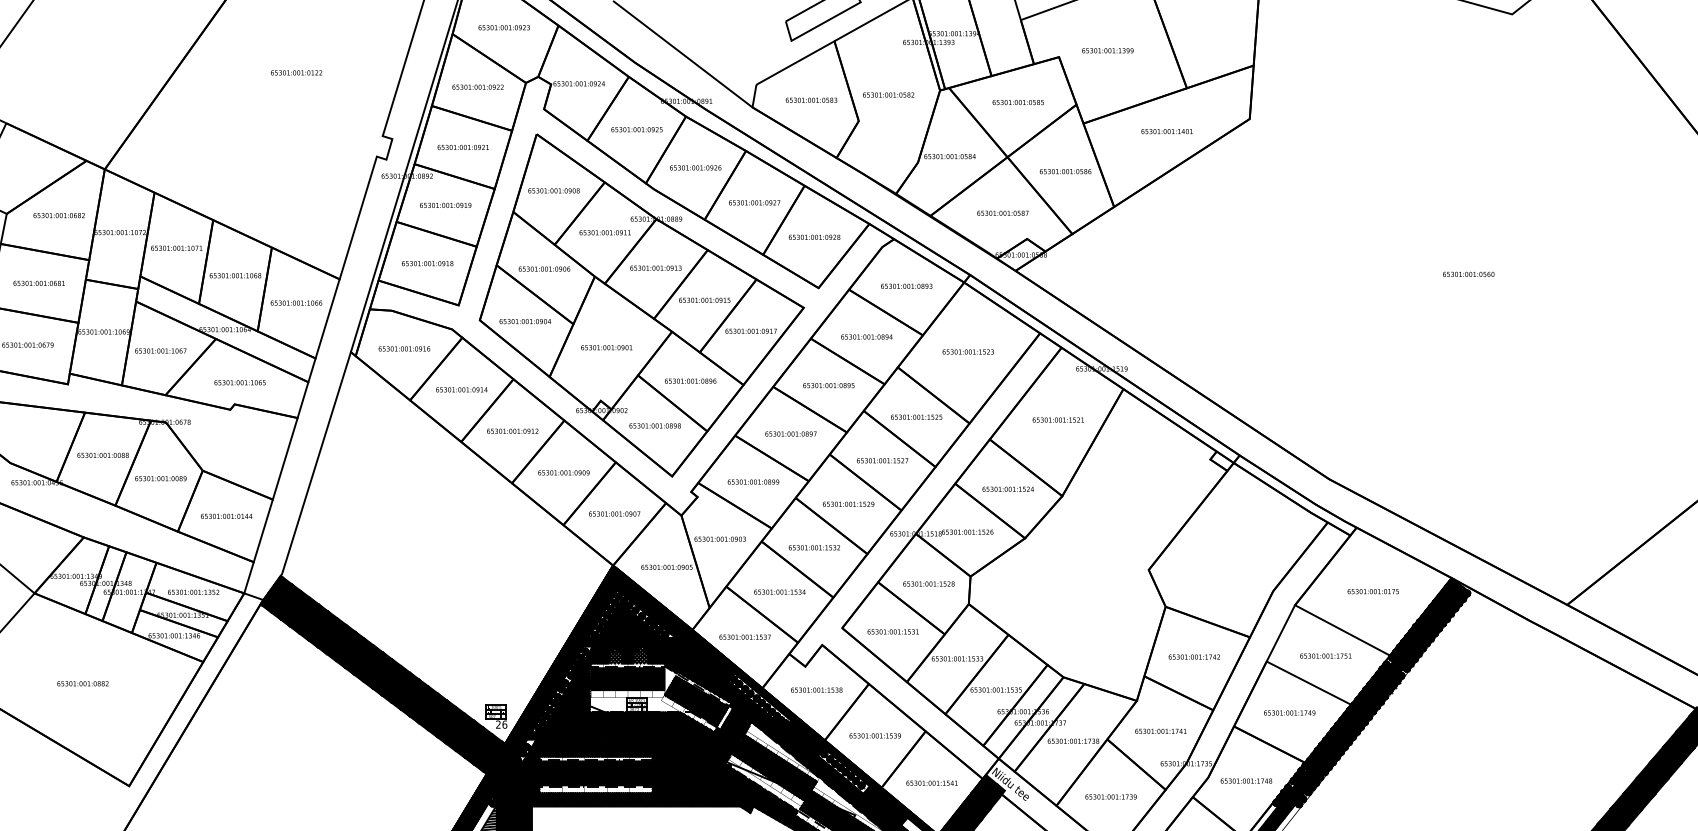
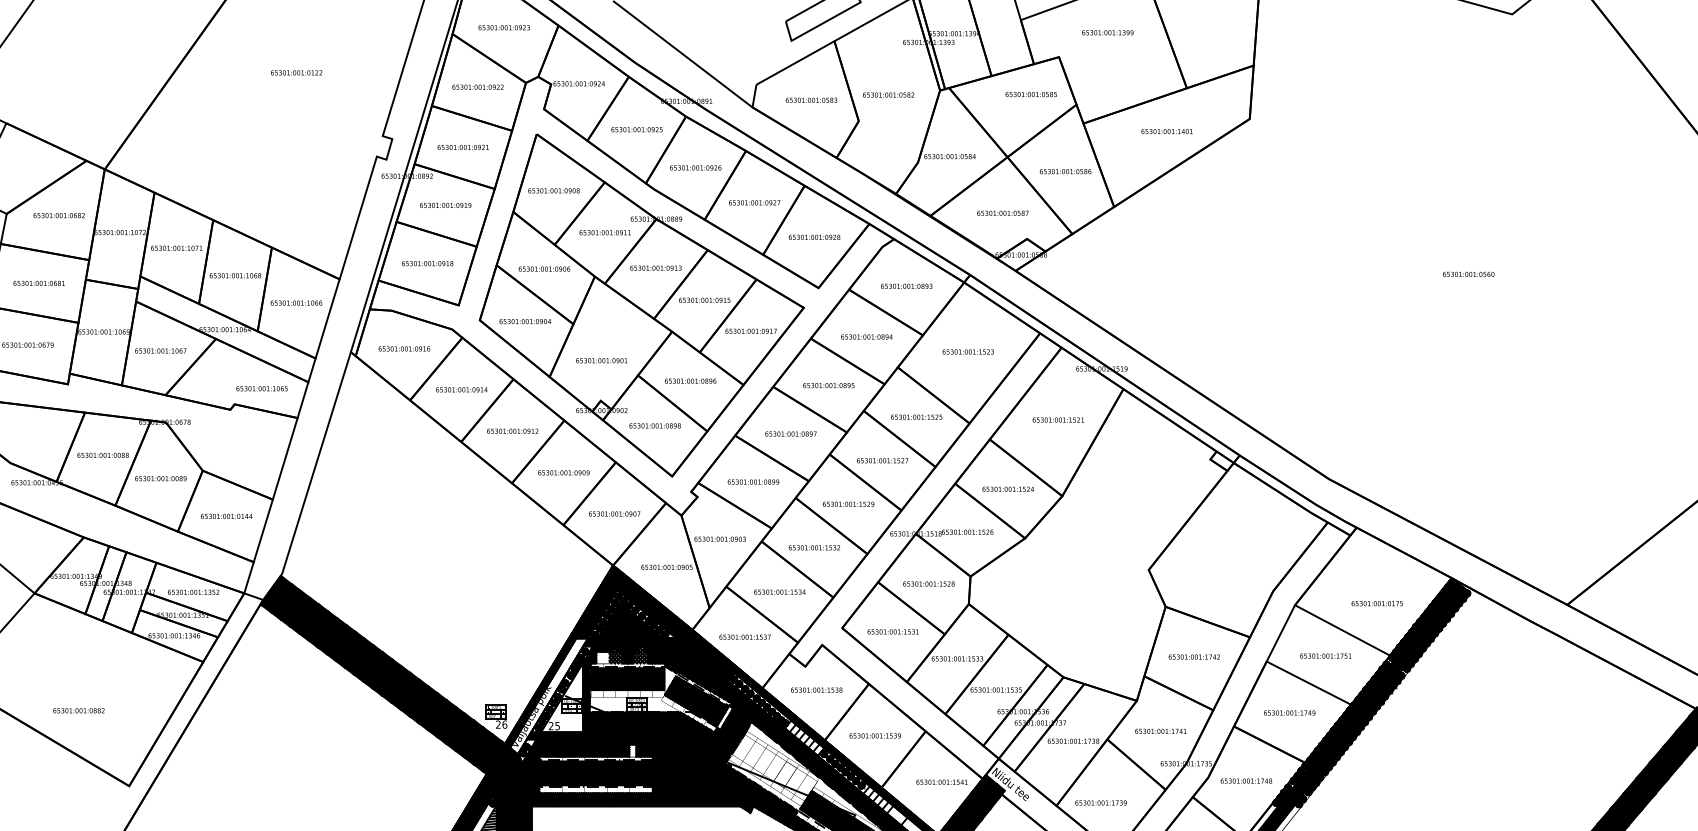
text at (1107, 50) position: (1107, 50) -> (1107, 32)
text at (1017, 102) position: (1017, 102) -> (1030, 94)
text at (606, 347) position: (606, 347) -> (601, 360)
text at (239, 382) position: (239, 382) -> (261, 388)
text at (1372, 591) position: (1372, 591) -> (1376, 603)
hatch at (602, 657): present -> none
text at (82, 683) position: (82, 683) -> (78, 710)
hatch at (549, 696): present -> none
fill at (561, 697): present -> none
hatch at (804, 737): present -> none
hatch at (632, 750): present -> none
hatch at (774, 767): present -> none
text at (931, 782) position: (931, 782) -> (941, 781)
text at (1110, 796) position: (1110, 796) -> (1100, 802)
hatch at (885, 805): present -> none
